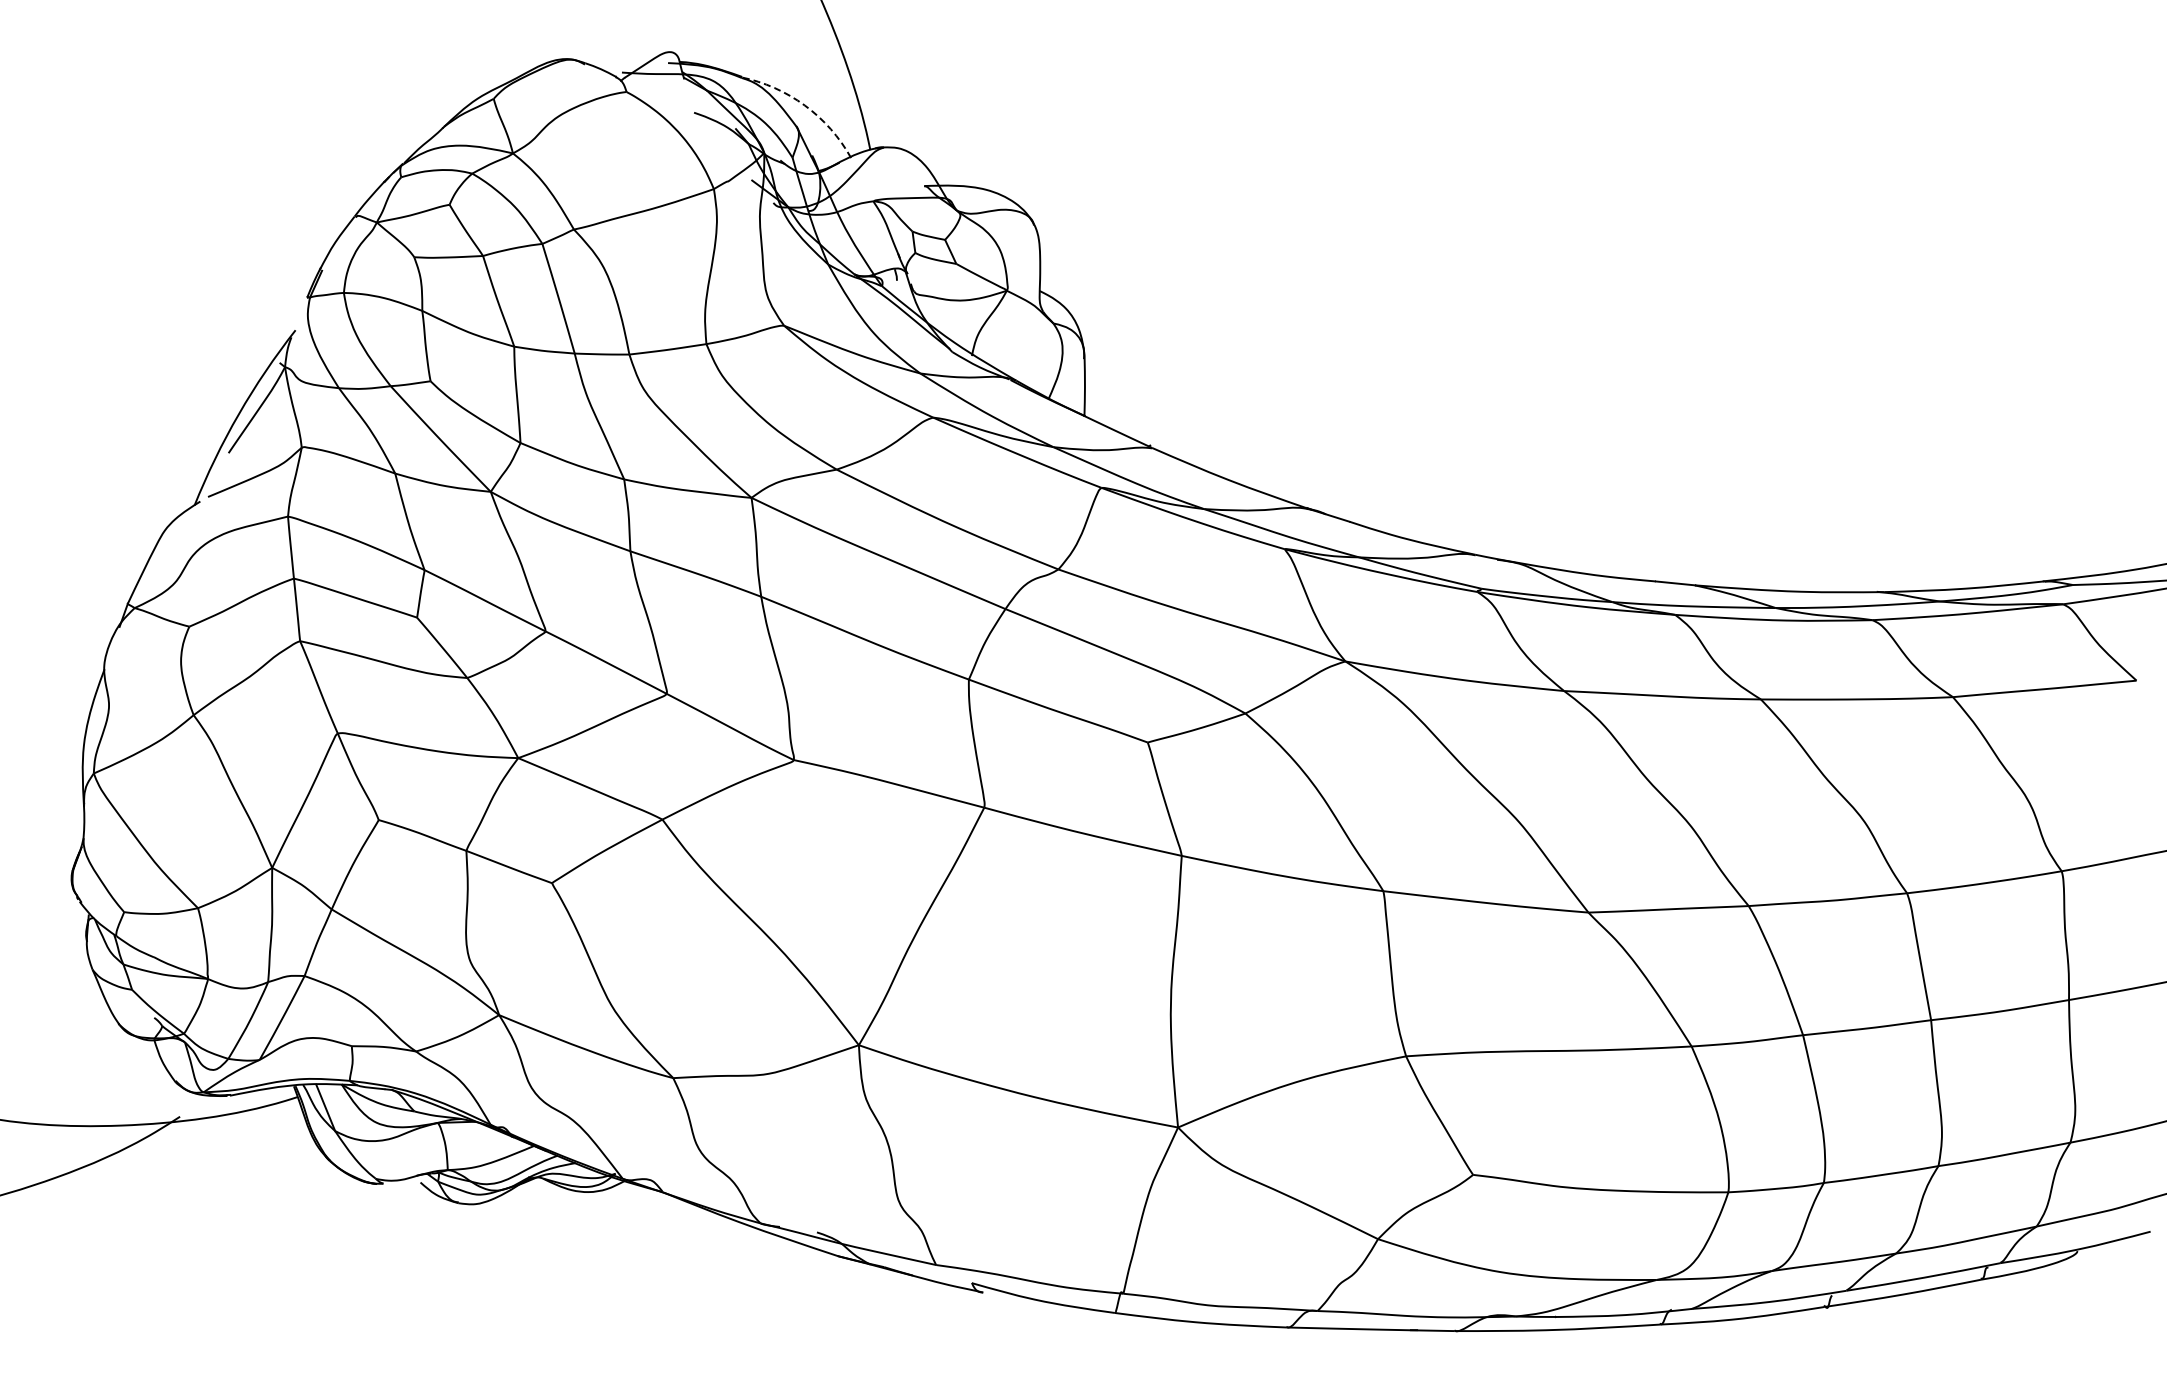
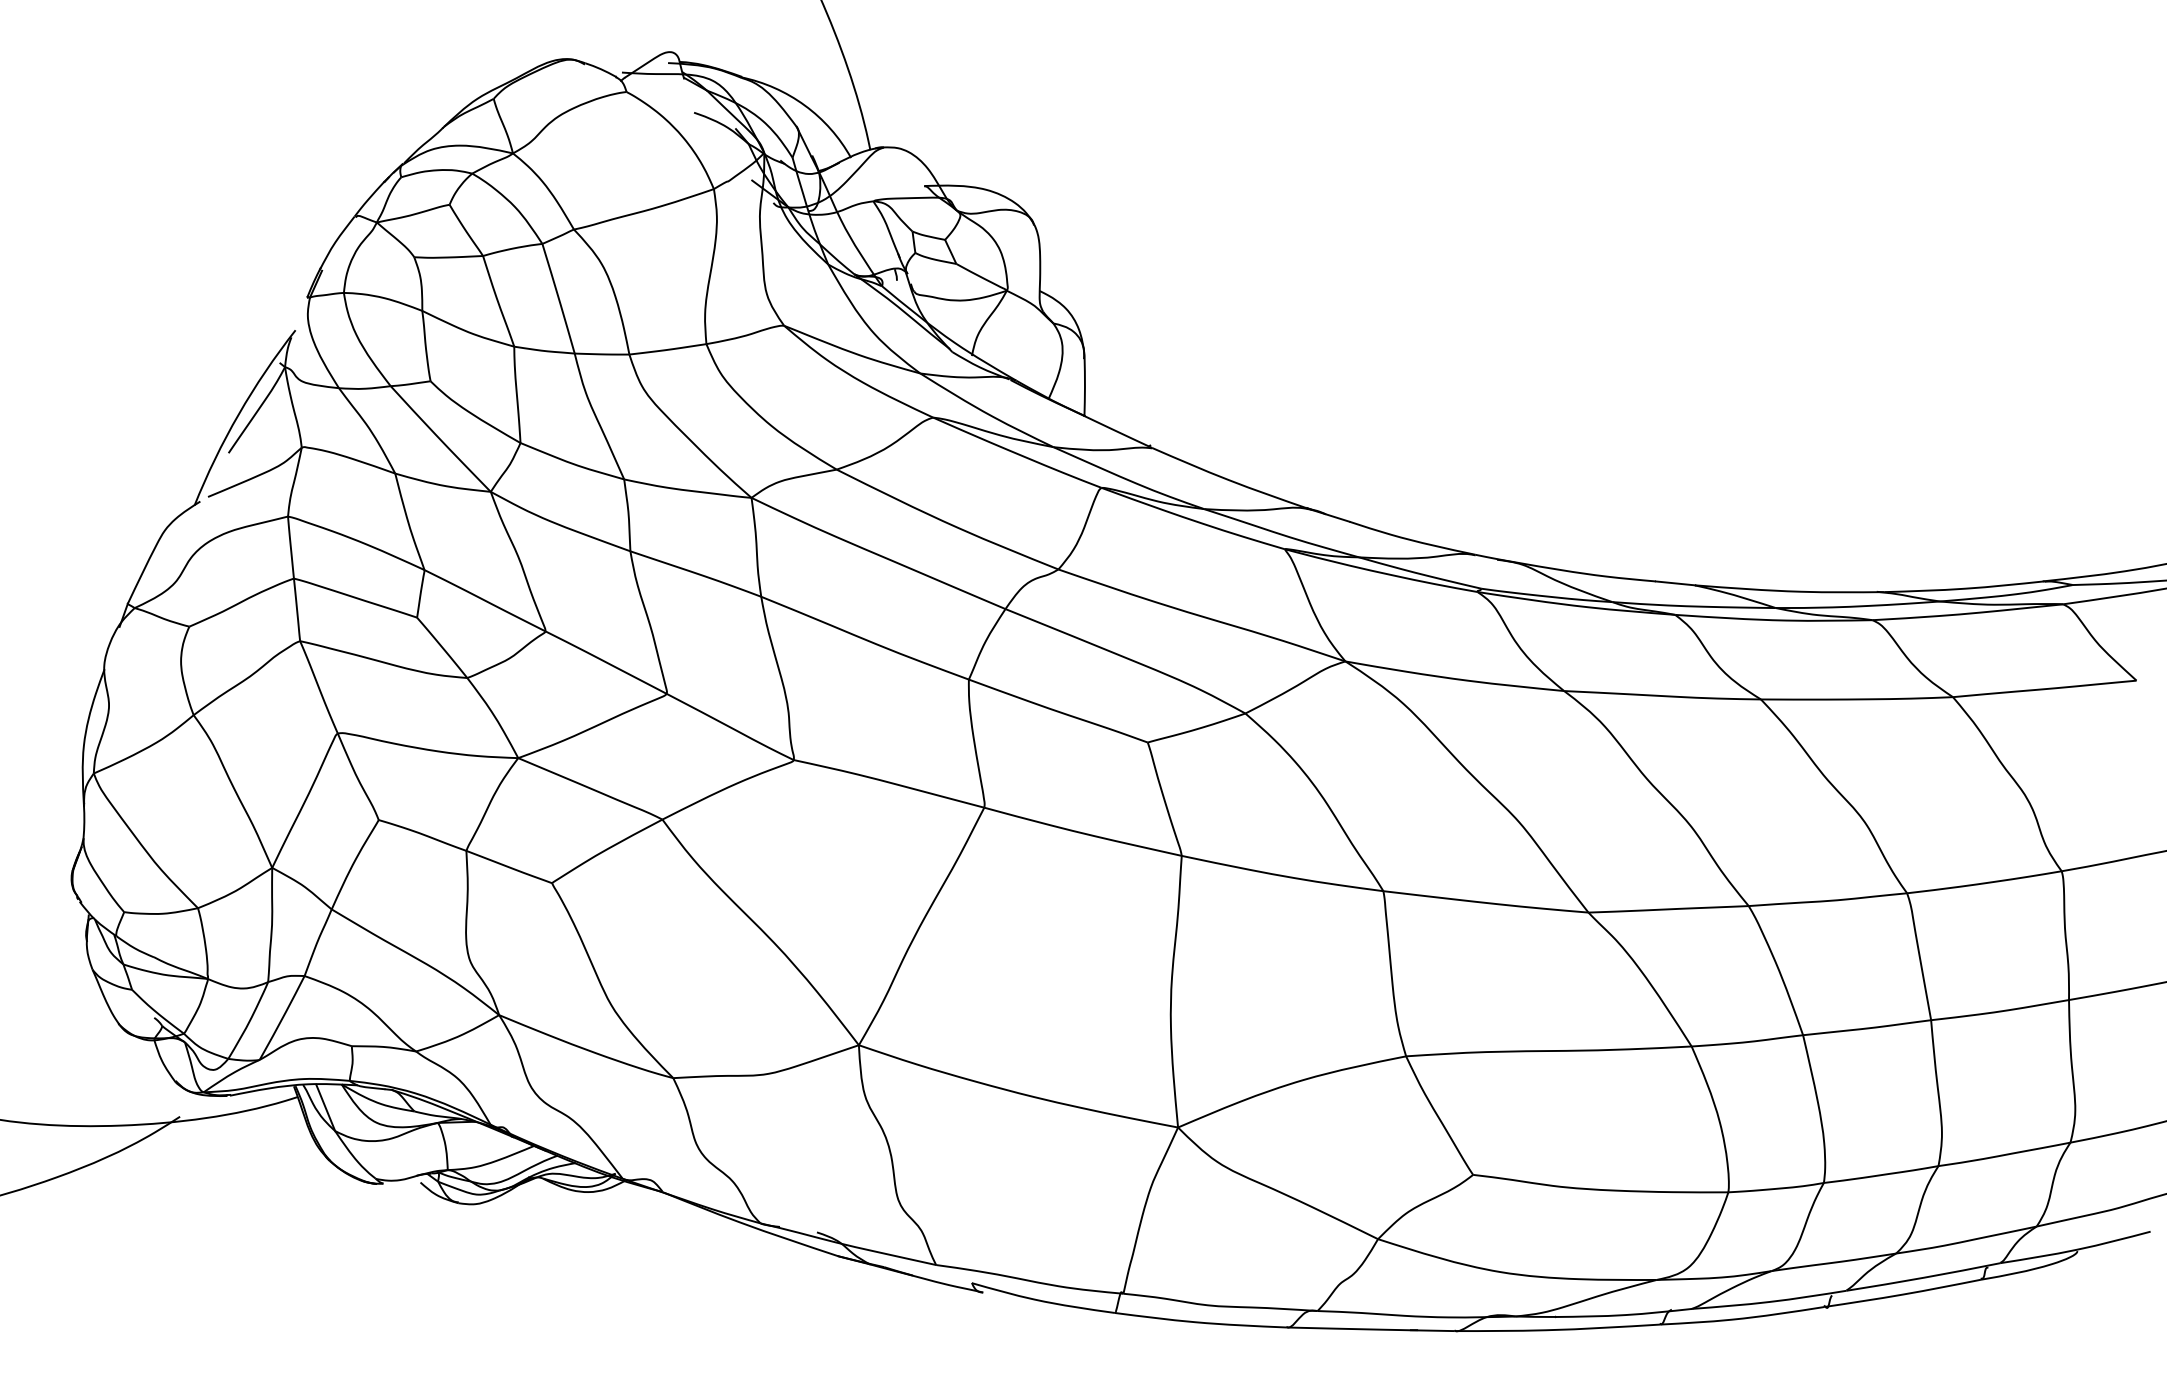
arc at (804, 105): dashed -> solid
